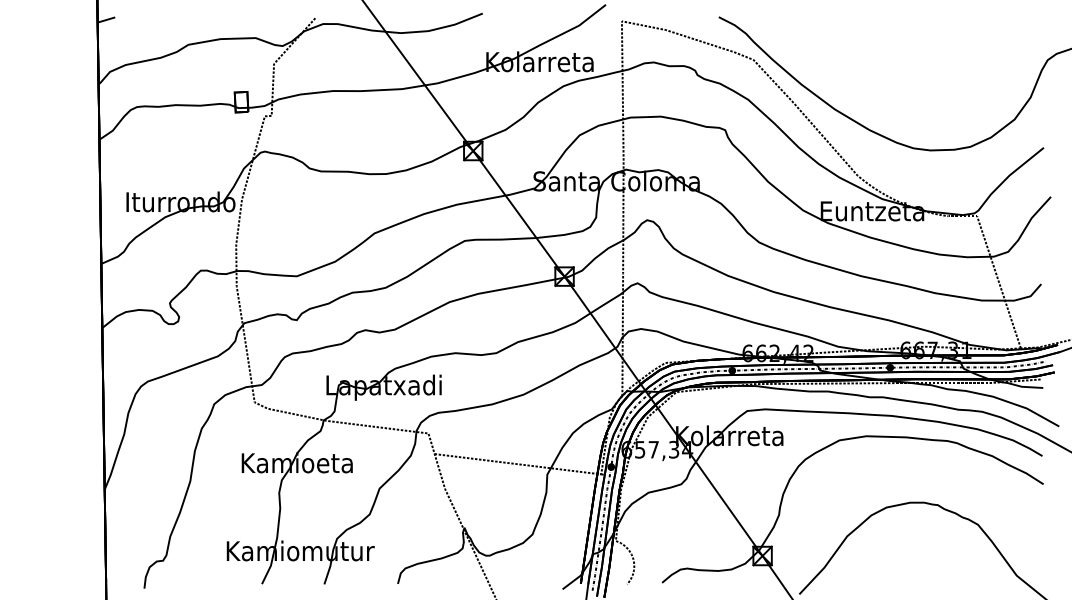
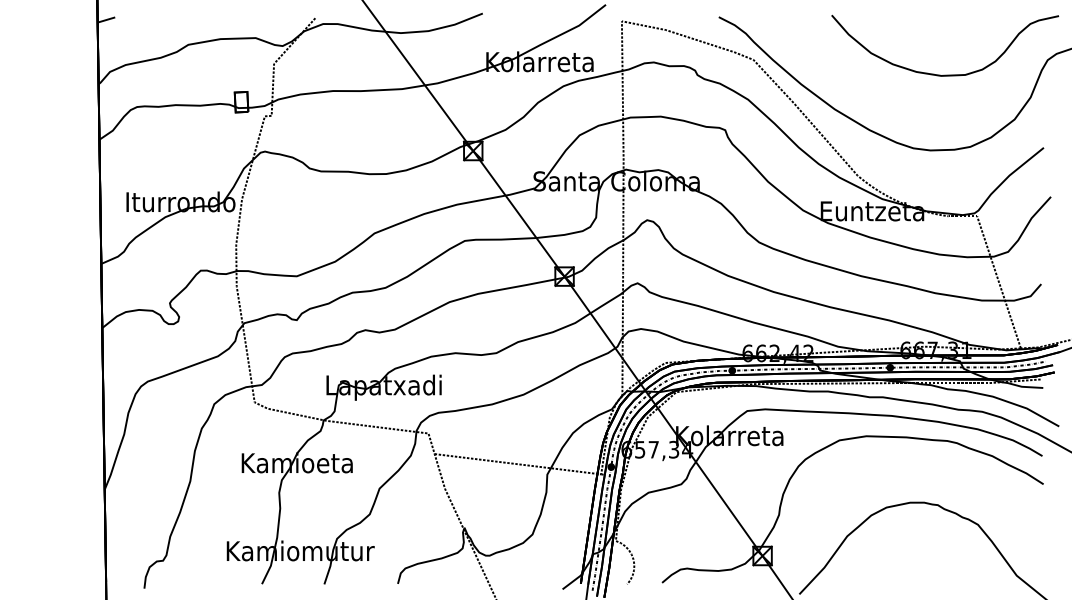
curve at (945, 74): none -> present
